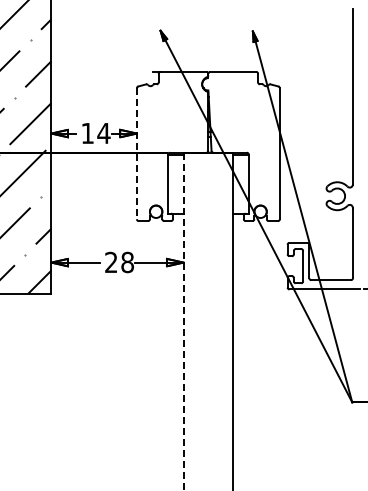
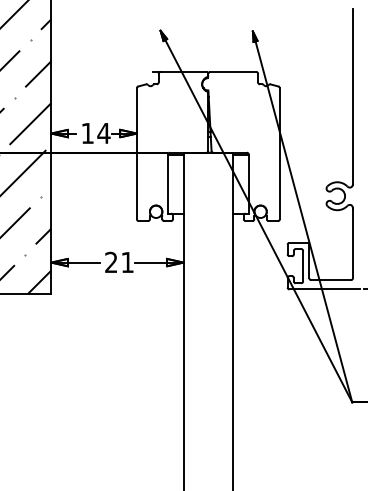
line at (136, 154): dashed -> solid
text at (127, 262): 28 -> 21
line at (183, 321): dashed -> solid
